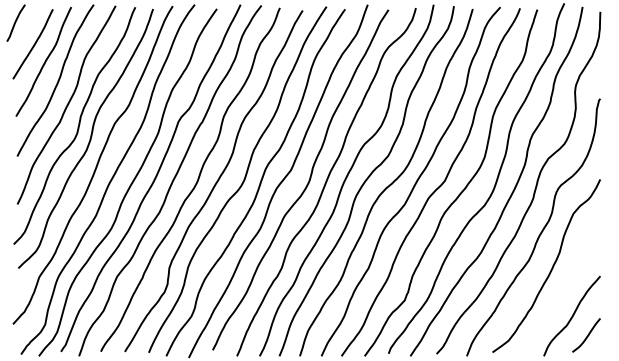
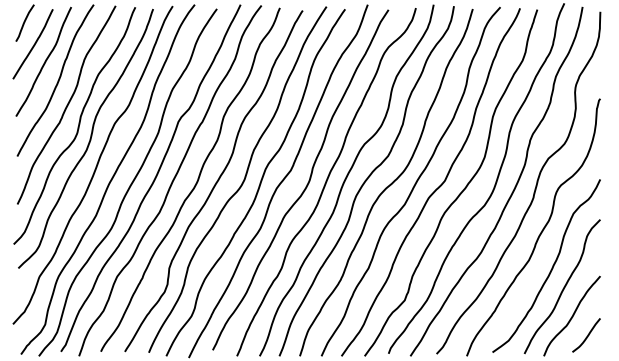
curve at (15, 22) position: (15, 22) -> (24, 22)
curve at (563, 287): none -> present
